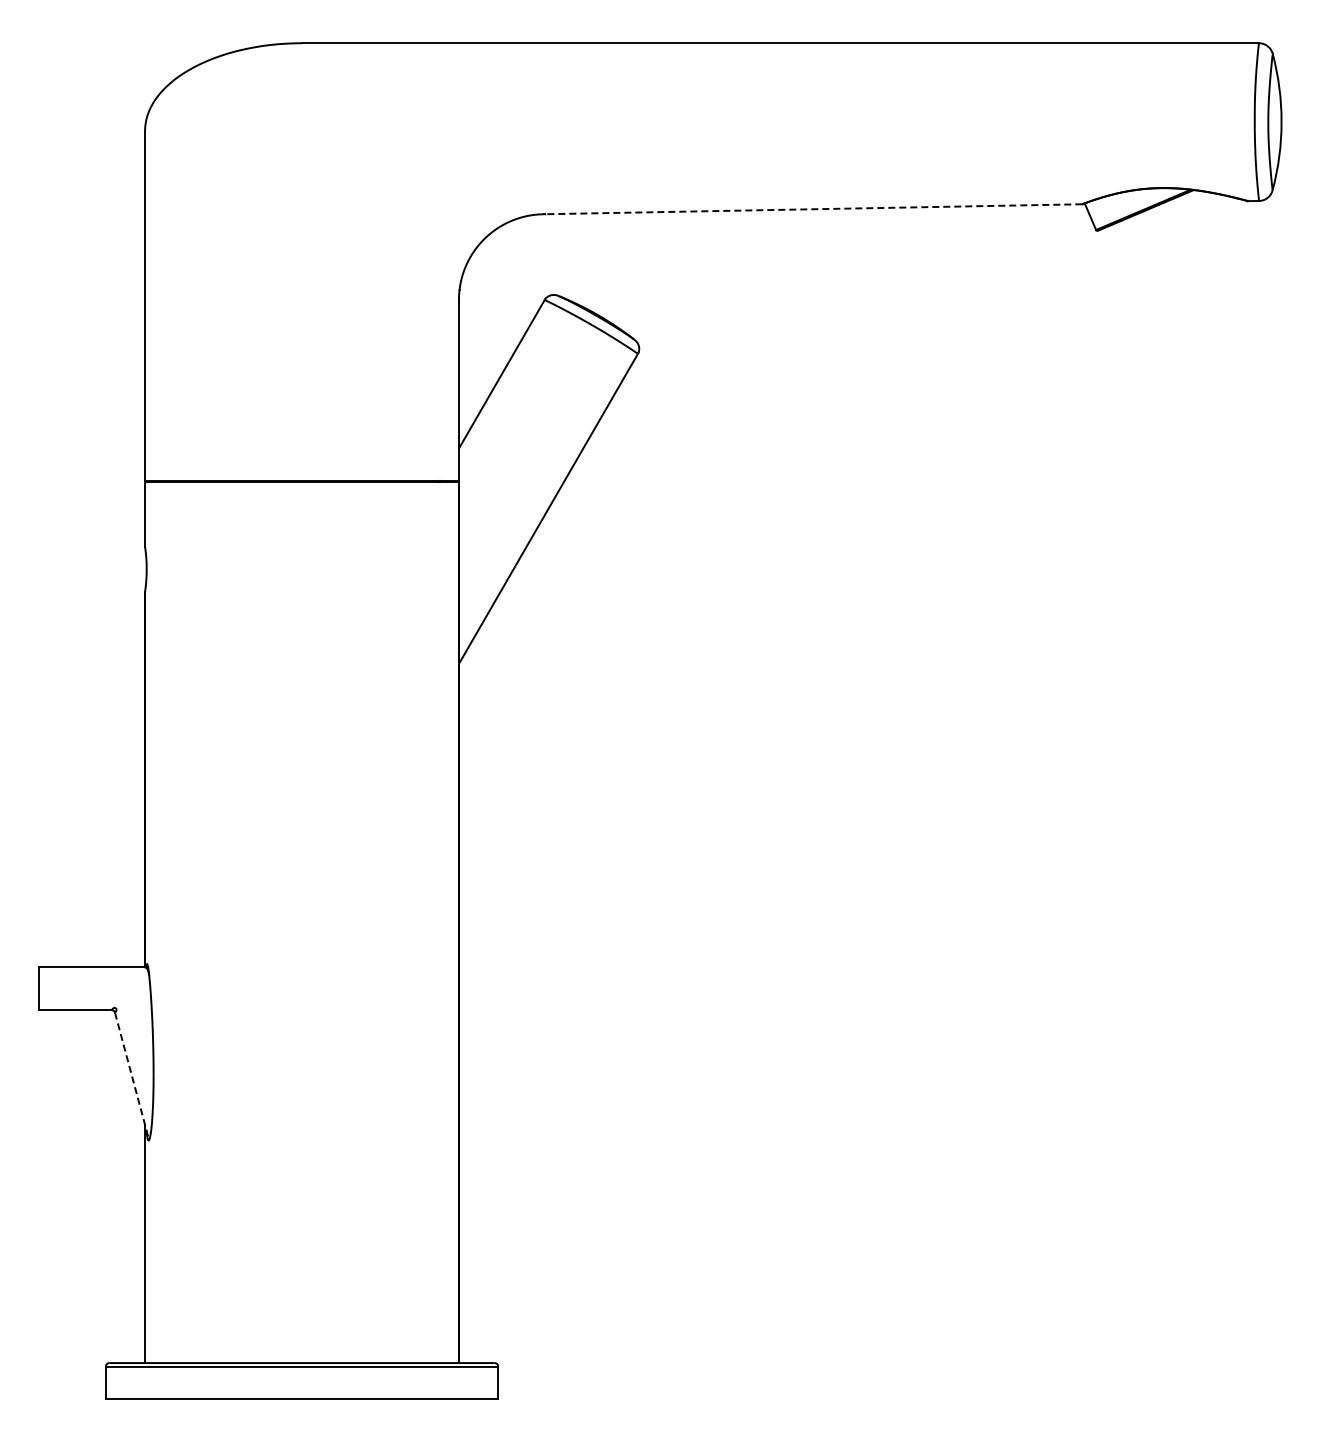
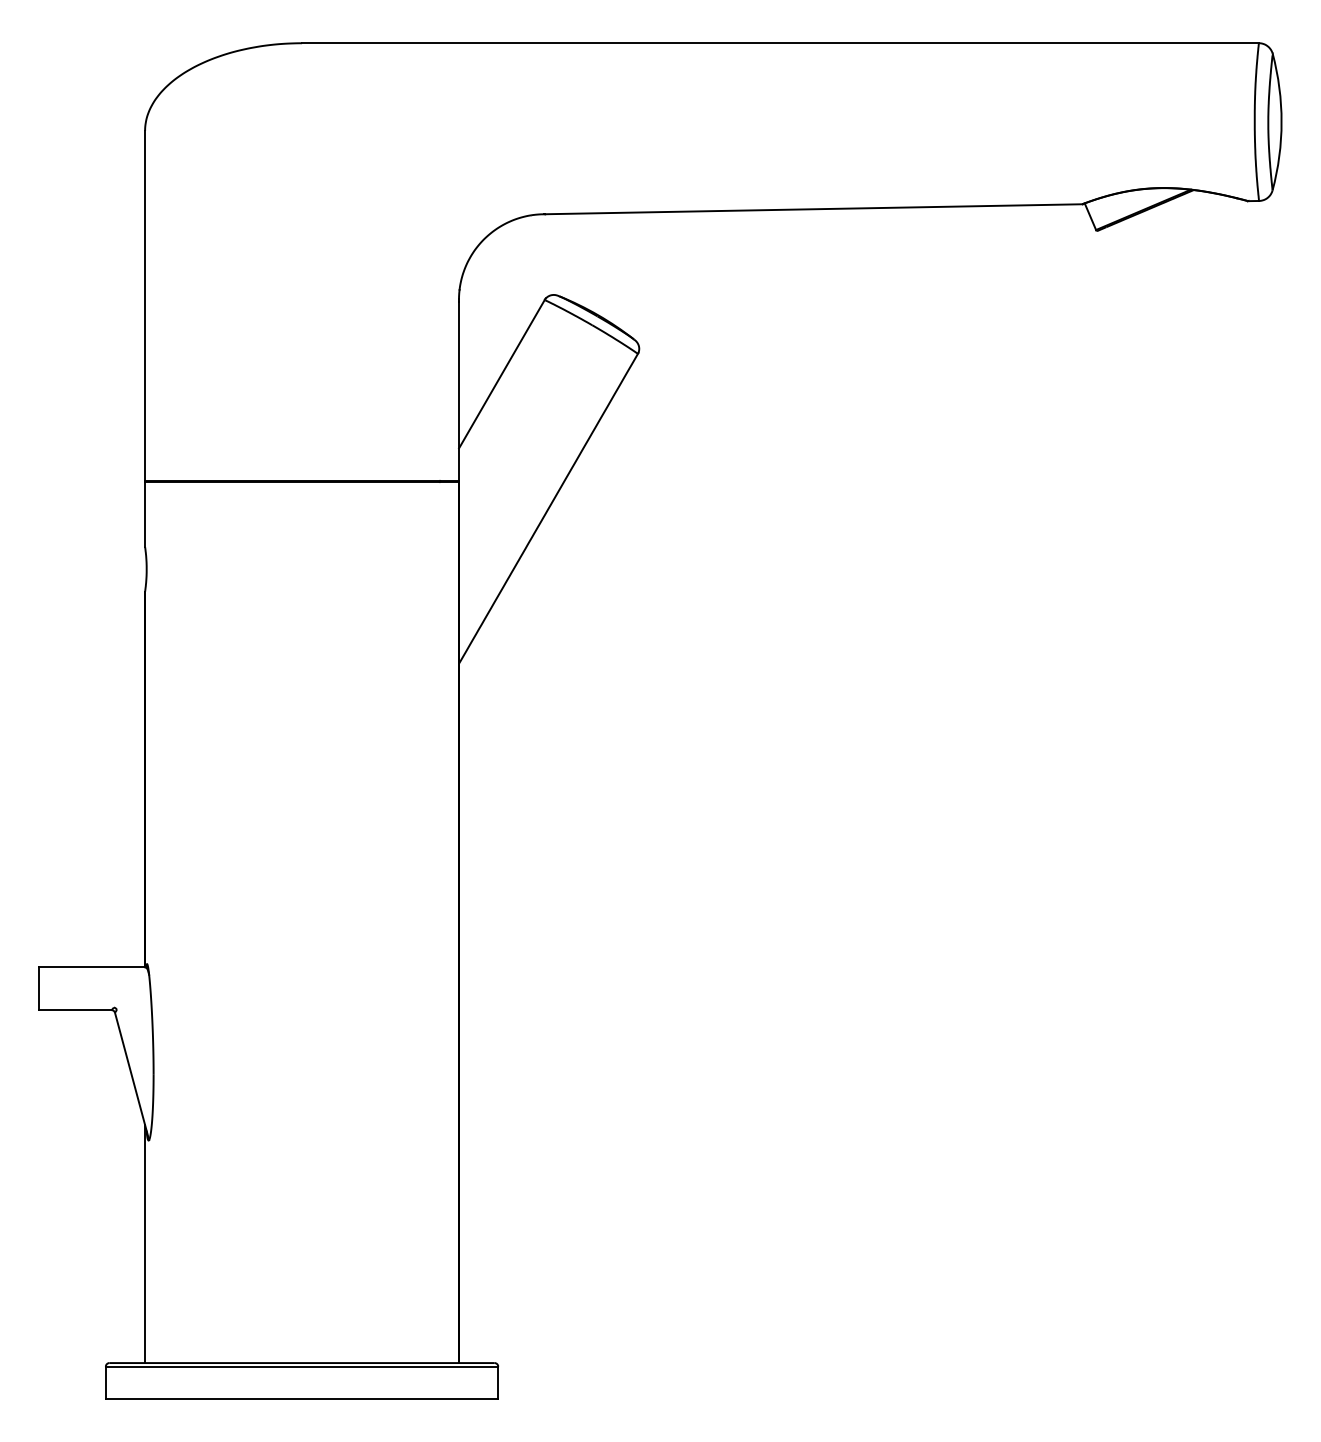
line at (813, 209): dashed -> solid
line at (132, 1076): dashed -> solid
